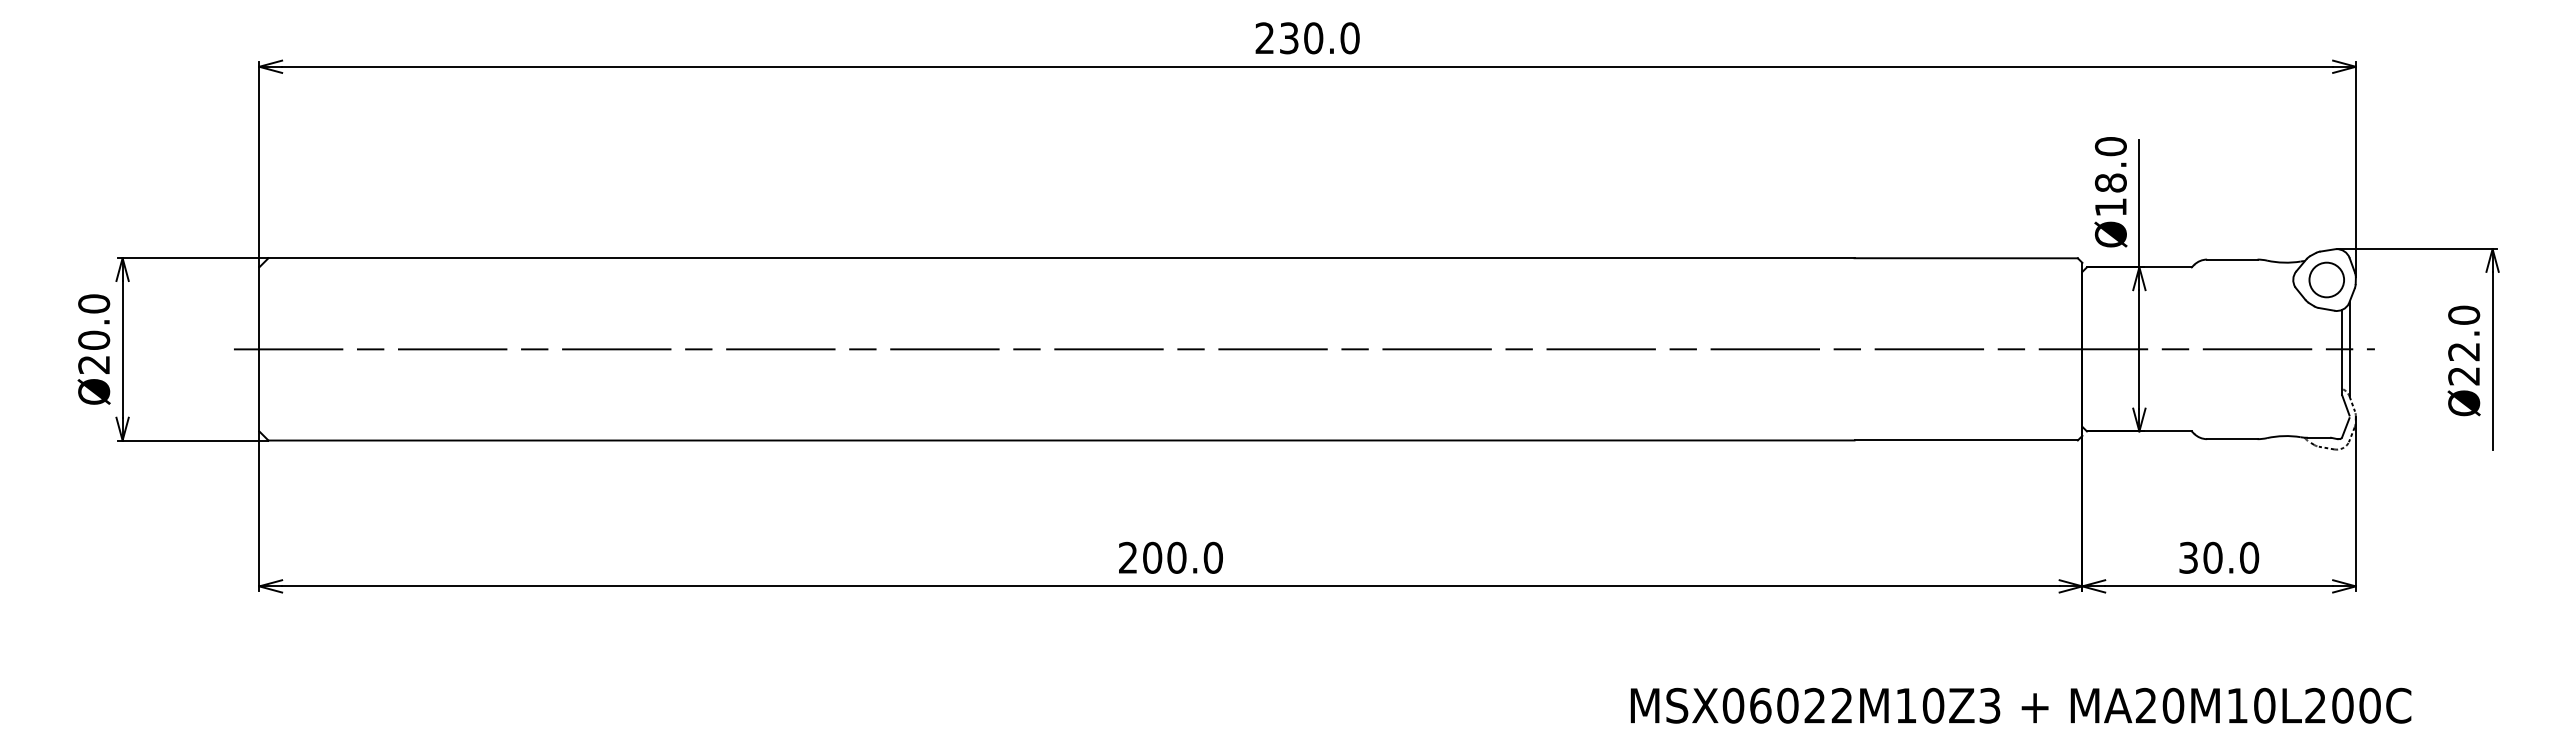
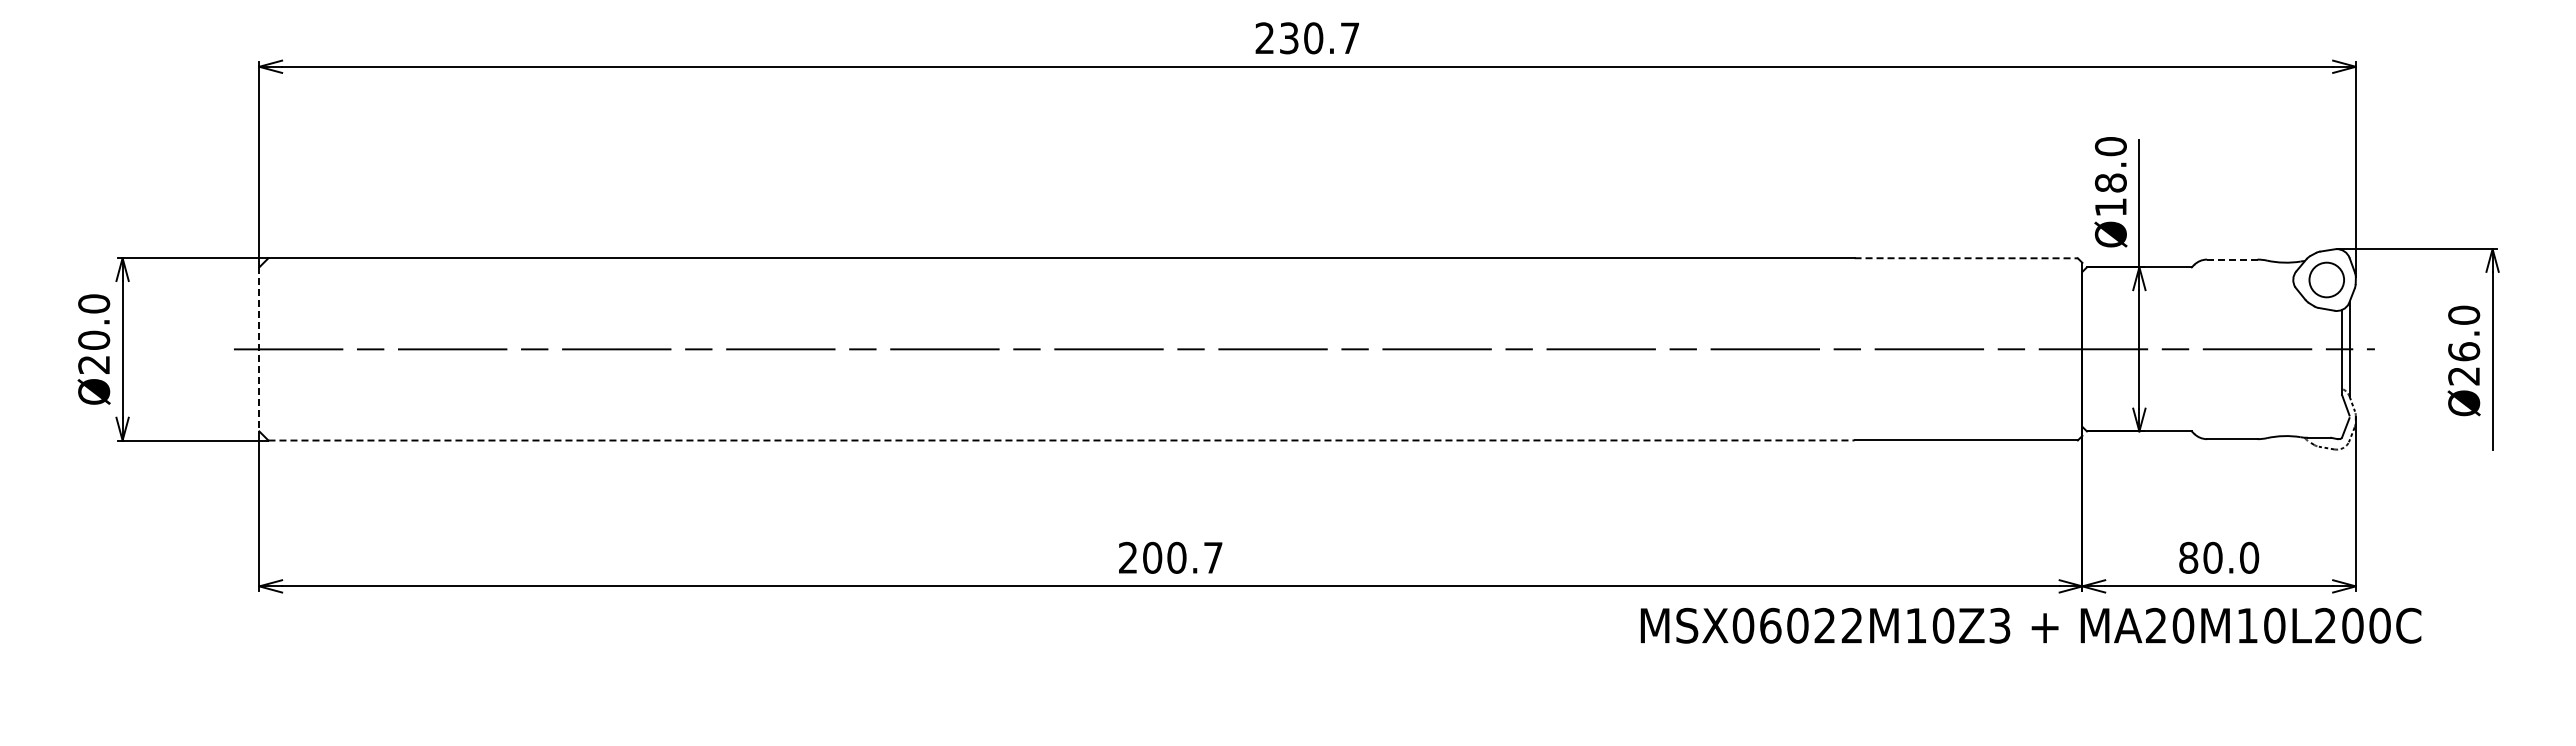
text at (1349, 38): 230.0 -> 230.7
line at (1966, 258): solid -> dashed
line at (2232, 259): solid -> dashed
line at (259, 349): solid -> dashed
text at (2464, 351): Ø22.0 -> Ø26.0
line at (1062, 440): solid -> dashed
text at (1212, 557): 200.0 -> 200.7
text at (2188, 557): 30.0 -> 80.0
text at (2020, 705) position: (2020, 705) -> (2030, 625)
